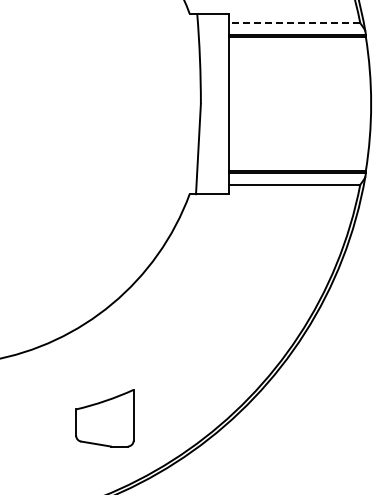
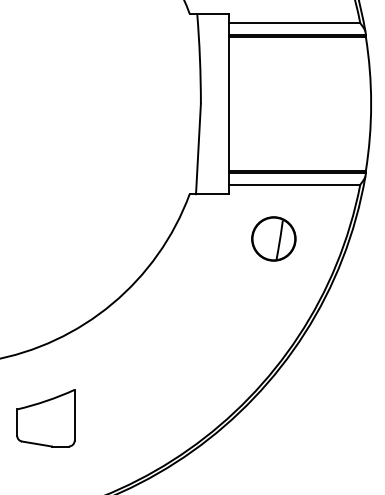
line at (294, 23): dashed -> solid
part at (273, 238): none -> present
part at (104, 418) position: (104, 418) -> (45, 418)
